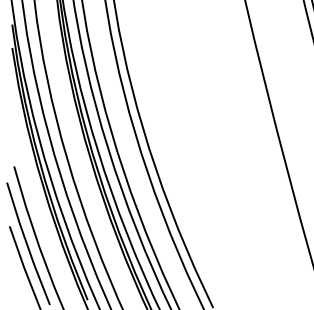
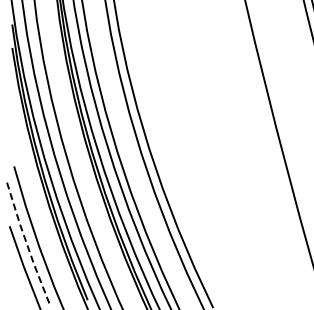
line at (27, 244): solid -> dashed
